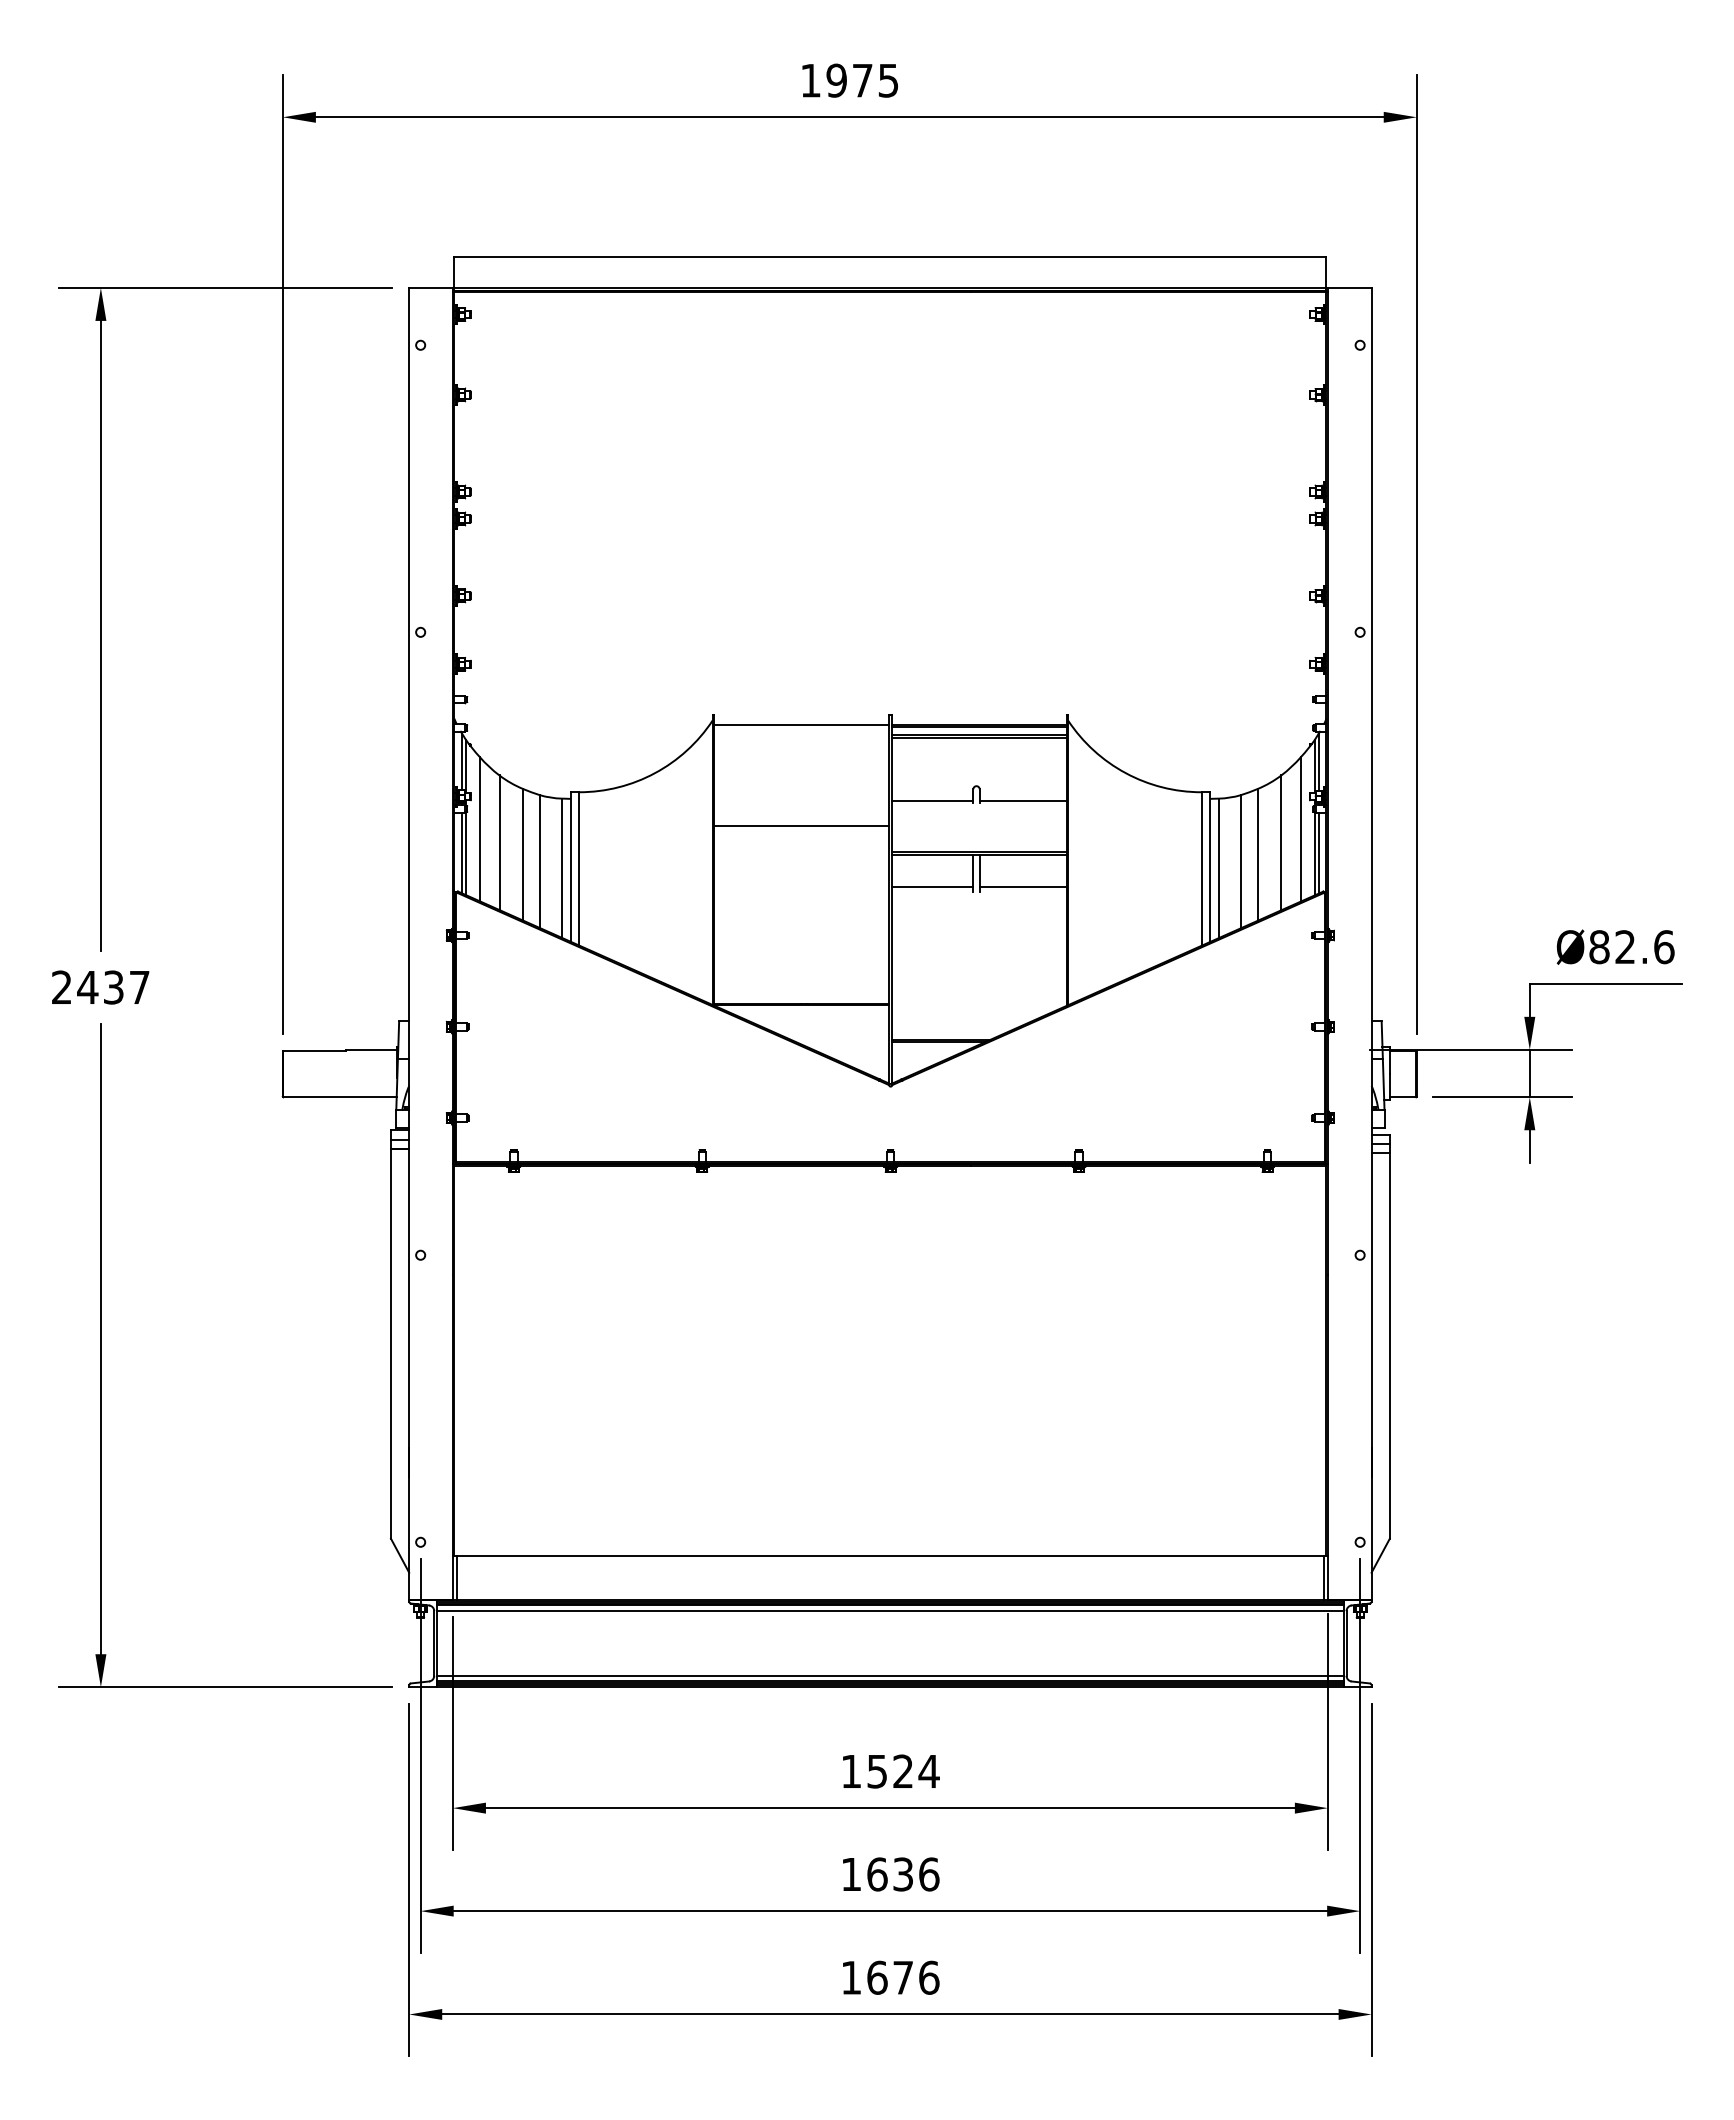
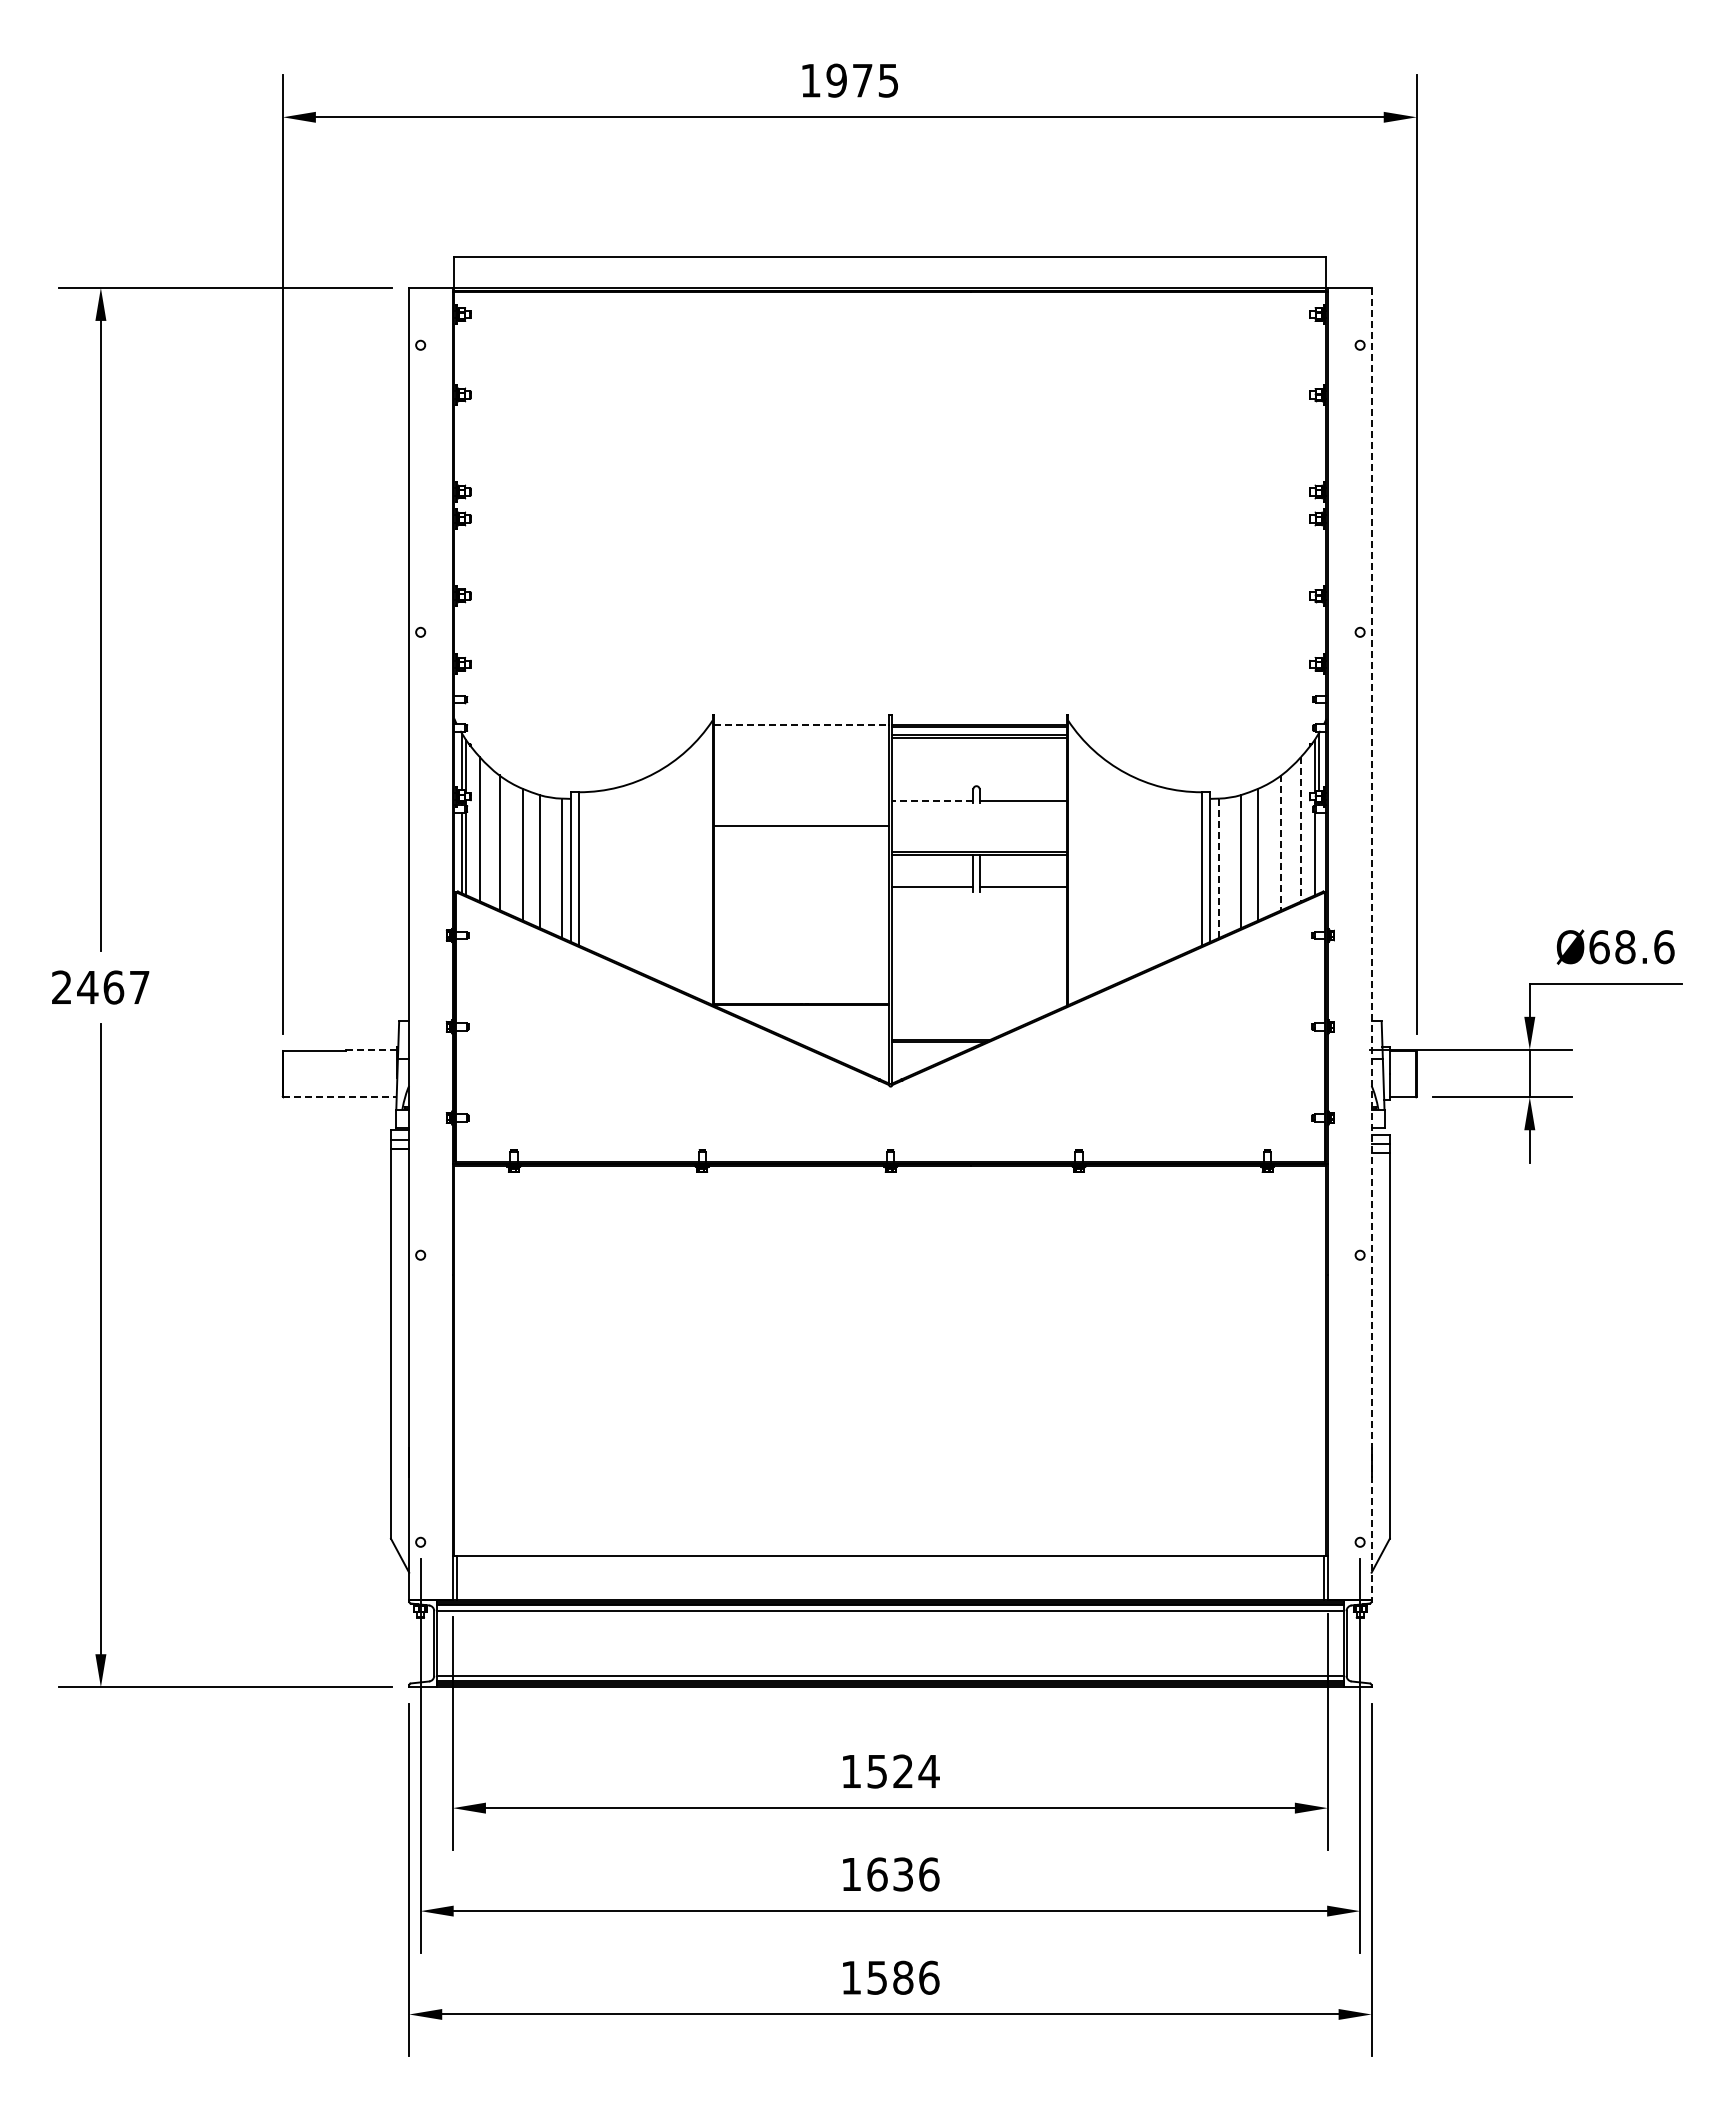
line at (801, 724): solid -> dashed
line at (932, 801): solid -> dashed
line at (1300, 829): solid -> dashed
line at (1281, 843): solid -> dashed
line at (1318, 852): present -> none
line at (1219, 868): solid -> dashed
line at (1371, 943): solid -> dashed
text at (1612, 947): Ø82.6 -> Ø68.6
text at (113, 987): 2437 -> 2467
line at (371, 1049): solid -> dashed
line at (340, 1097): solid -> dashed
text at (890, 1977): 1676 -> 1586
